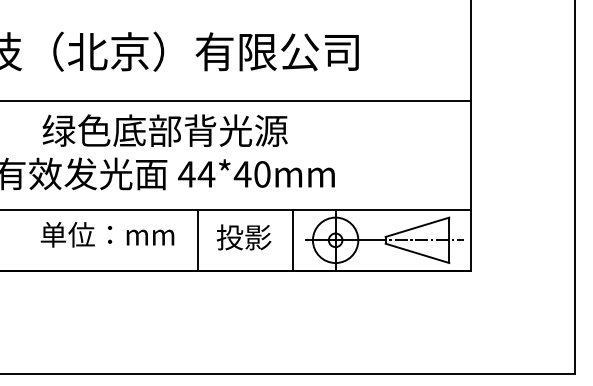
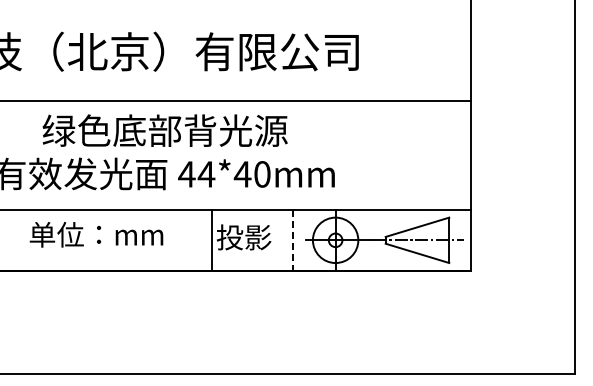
text at (107, 234) position: (107, 234) -> (96, 234)
line at (198, 240) position: (198, 240) -> (212, 240)
line at (293, 240): solid -> dashed
